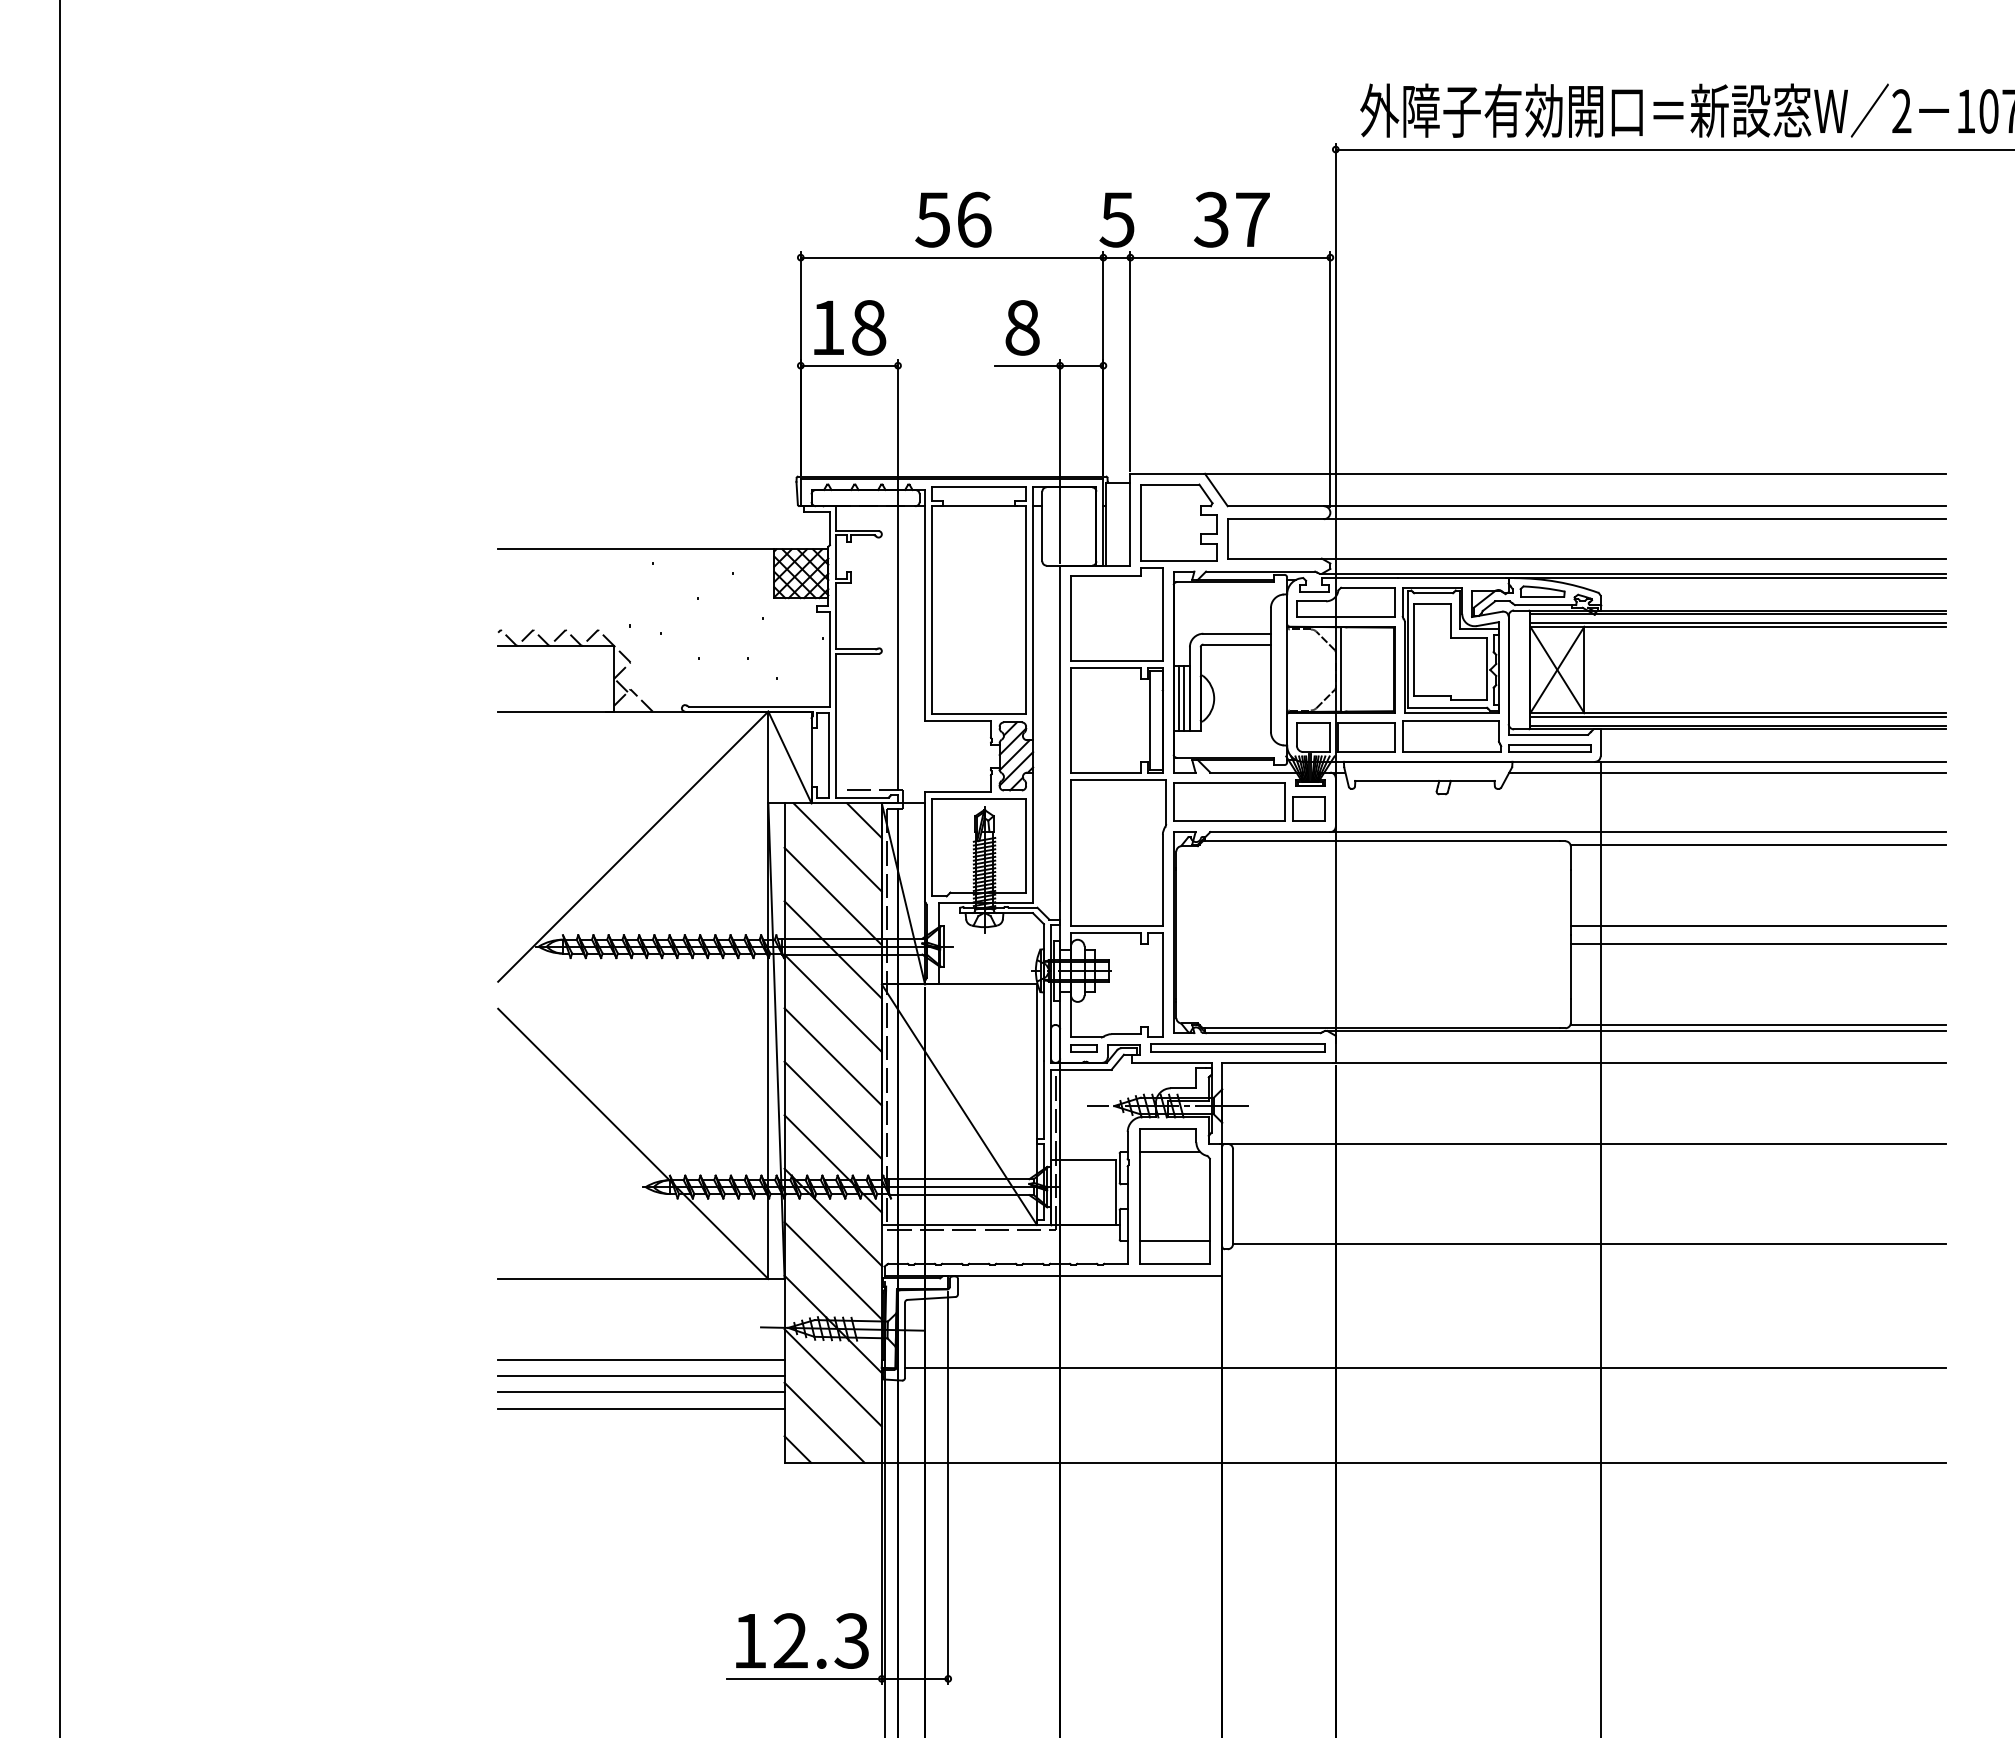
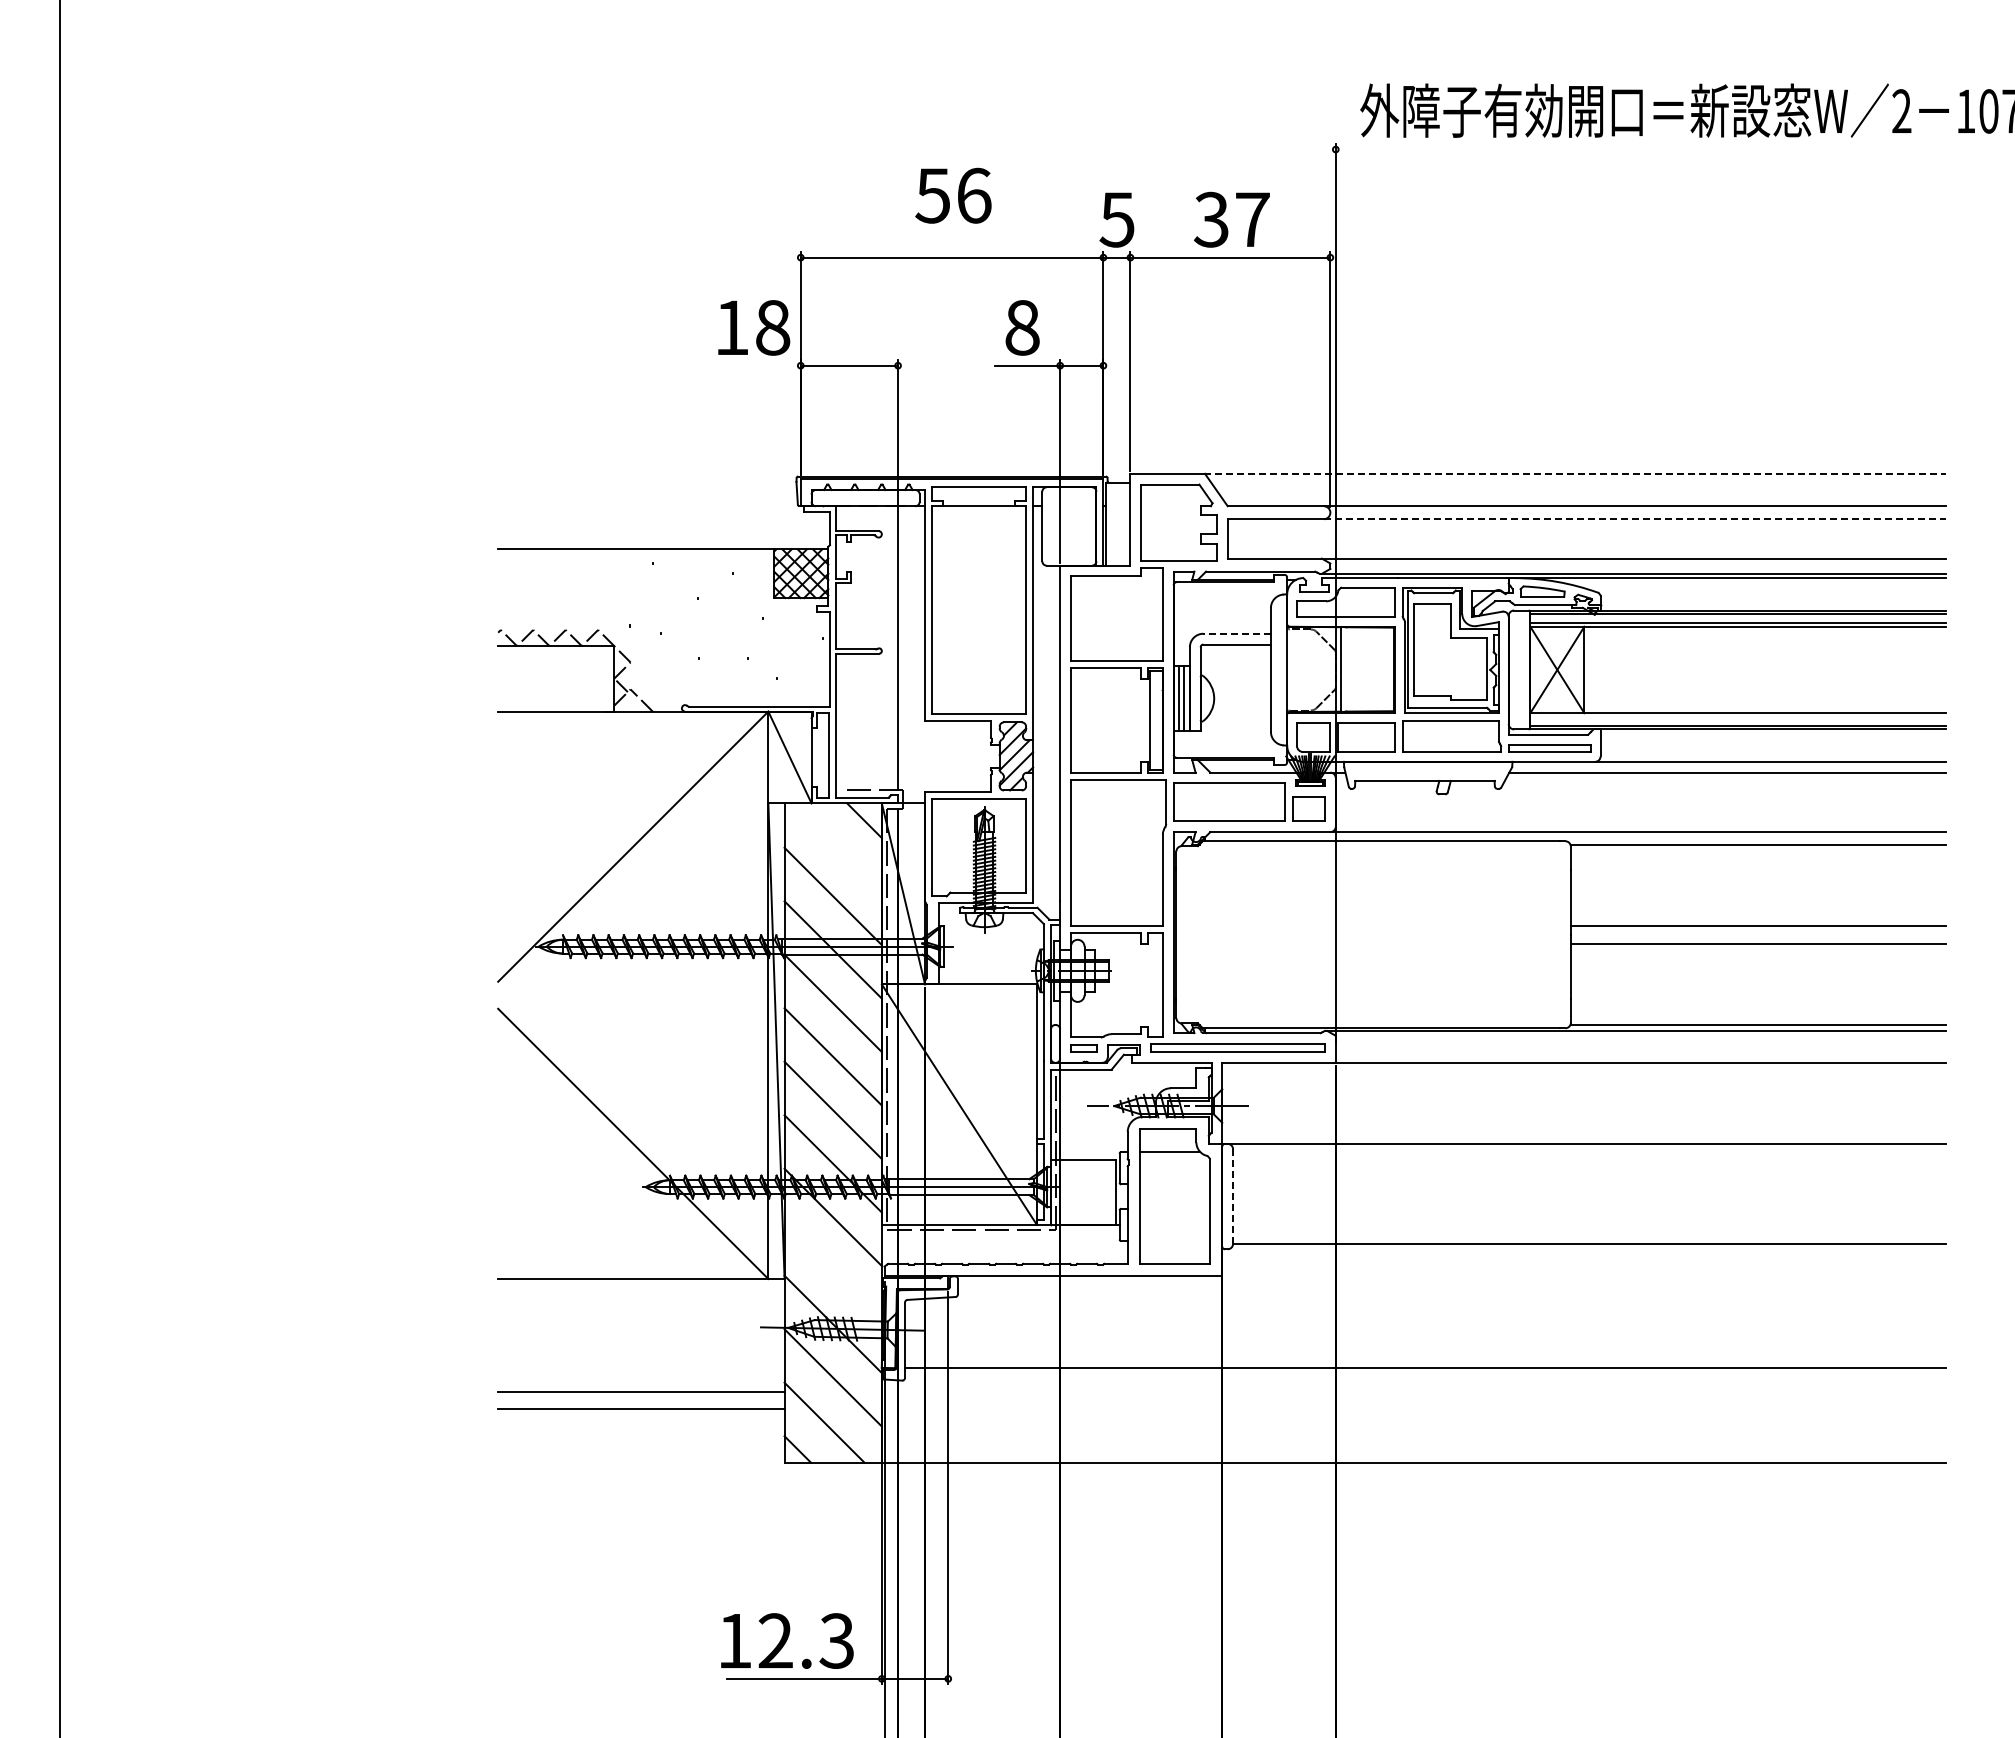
line at (1673, 149): present -> none
text at (953, 219) position: (953, 219) -> (953, 195)
text at (850, 327) position: (850, 327) -> (754, 327)
line at (1575, 473): solid -> dashed
line at (1635, 519): solid -> dashed
line at (1237, 633): solid -> dashed
line at (1738, 716): present -> none
line at (837, 847): present -> none
line at (1233, 1196): solid -> dashed
line at (1174, 1241): present -> none
line at (1600, 1247): present -> none
line at (832, 1270): present -> none
line at (641, 1360): present -> none
line at (641, 1376): present -> none
text at (802, 1640) position: (802, 1640) -> (787, 1640)
